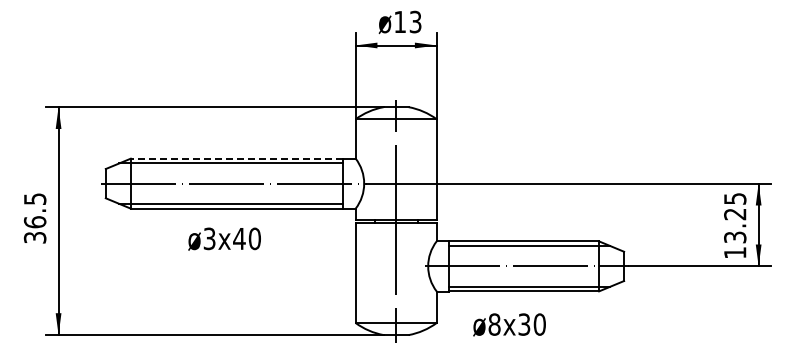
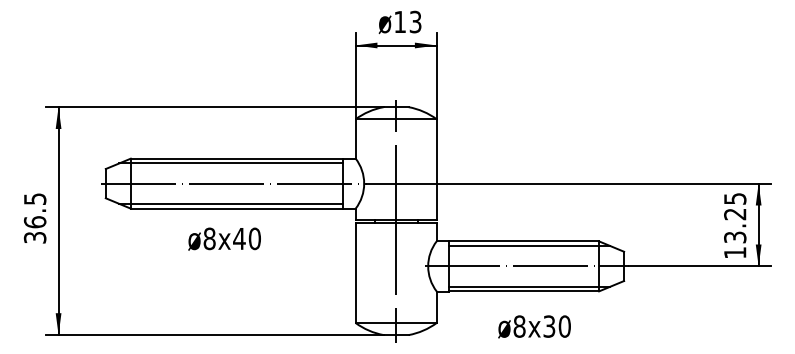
line at (236, 158): dashed -> solid
text at (209, 238): ø3x40 -> ø8x40
text at (509, 324) position: (509, 324) -> (534, 326)
